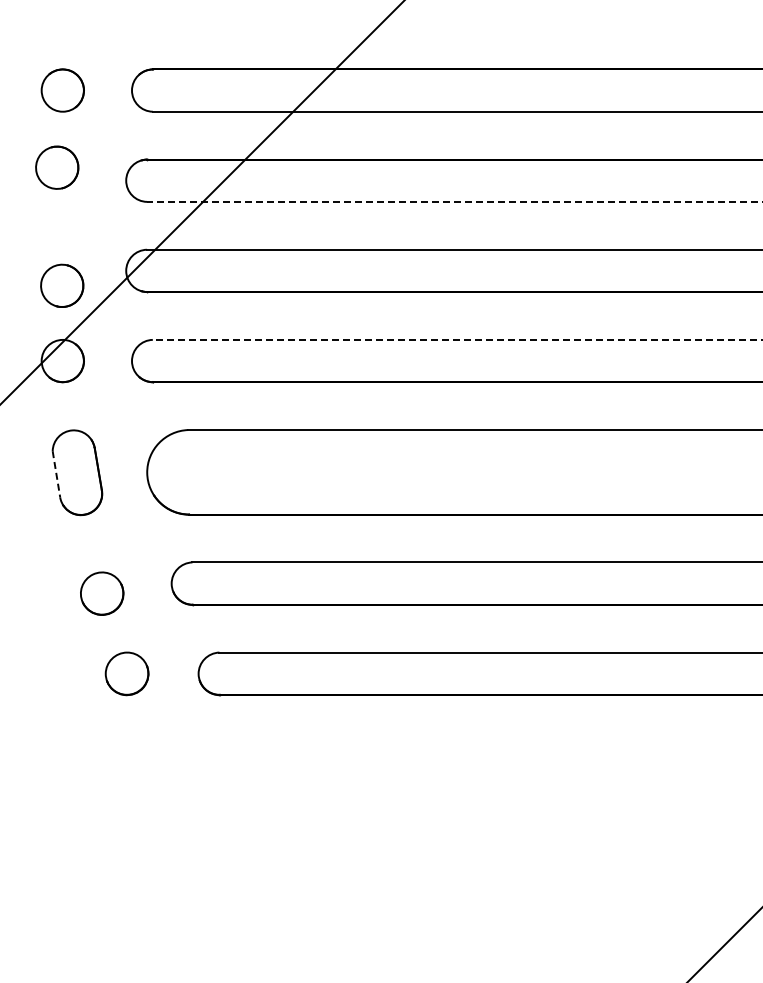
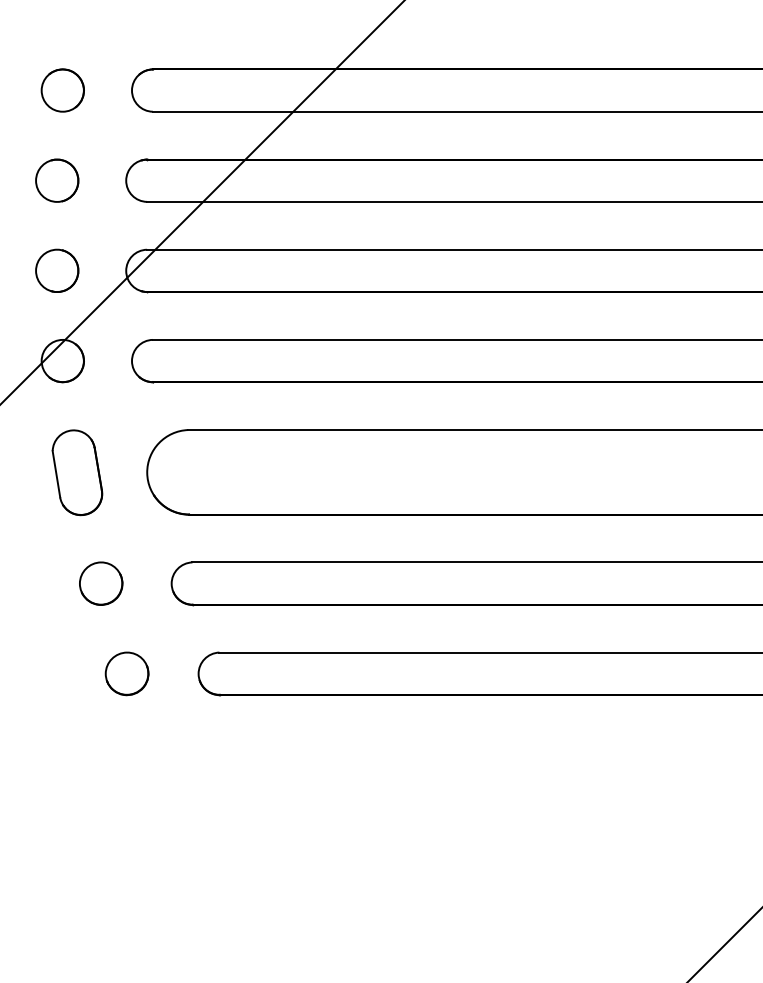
part at (57, 167) position: (57, 167) -> (57, 180)
line at (454, 201): dashed -> solid
part at (62, 285) position: (62, 285) -> (57, 270)
line at (457, 339): dashed -> solid
line at (56, 474): dashed -> solid
part at (102, 593) position: (102, 593) -> (101, 583)
